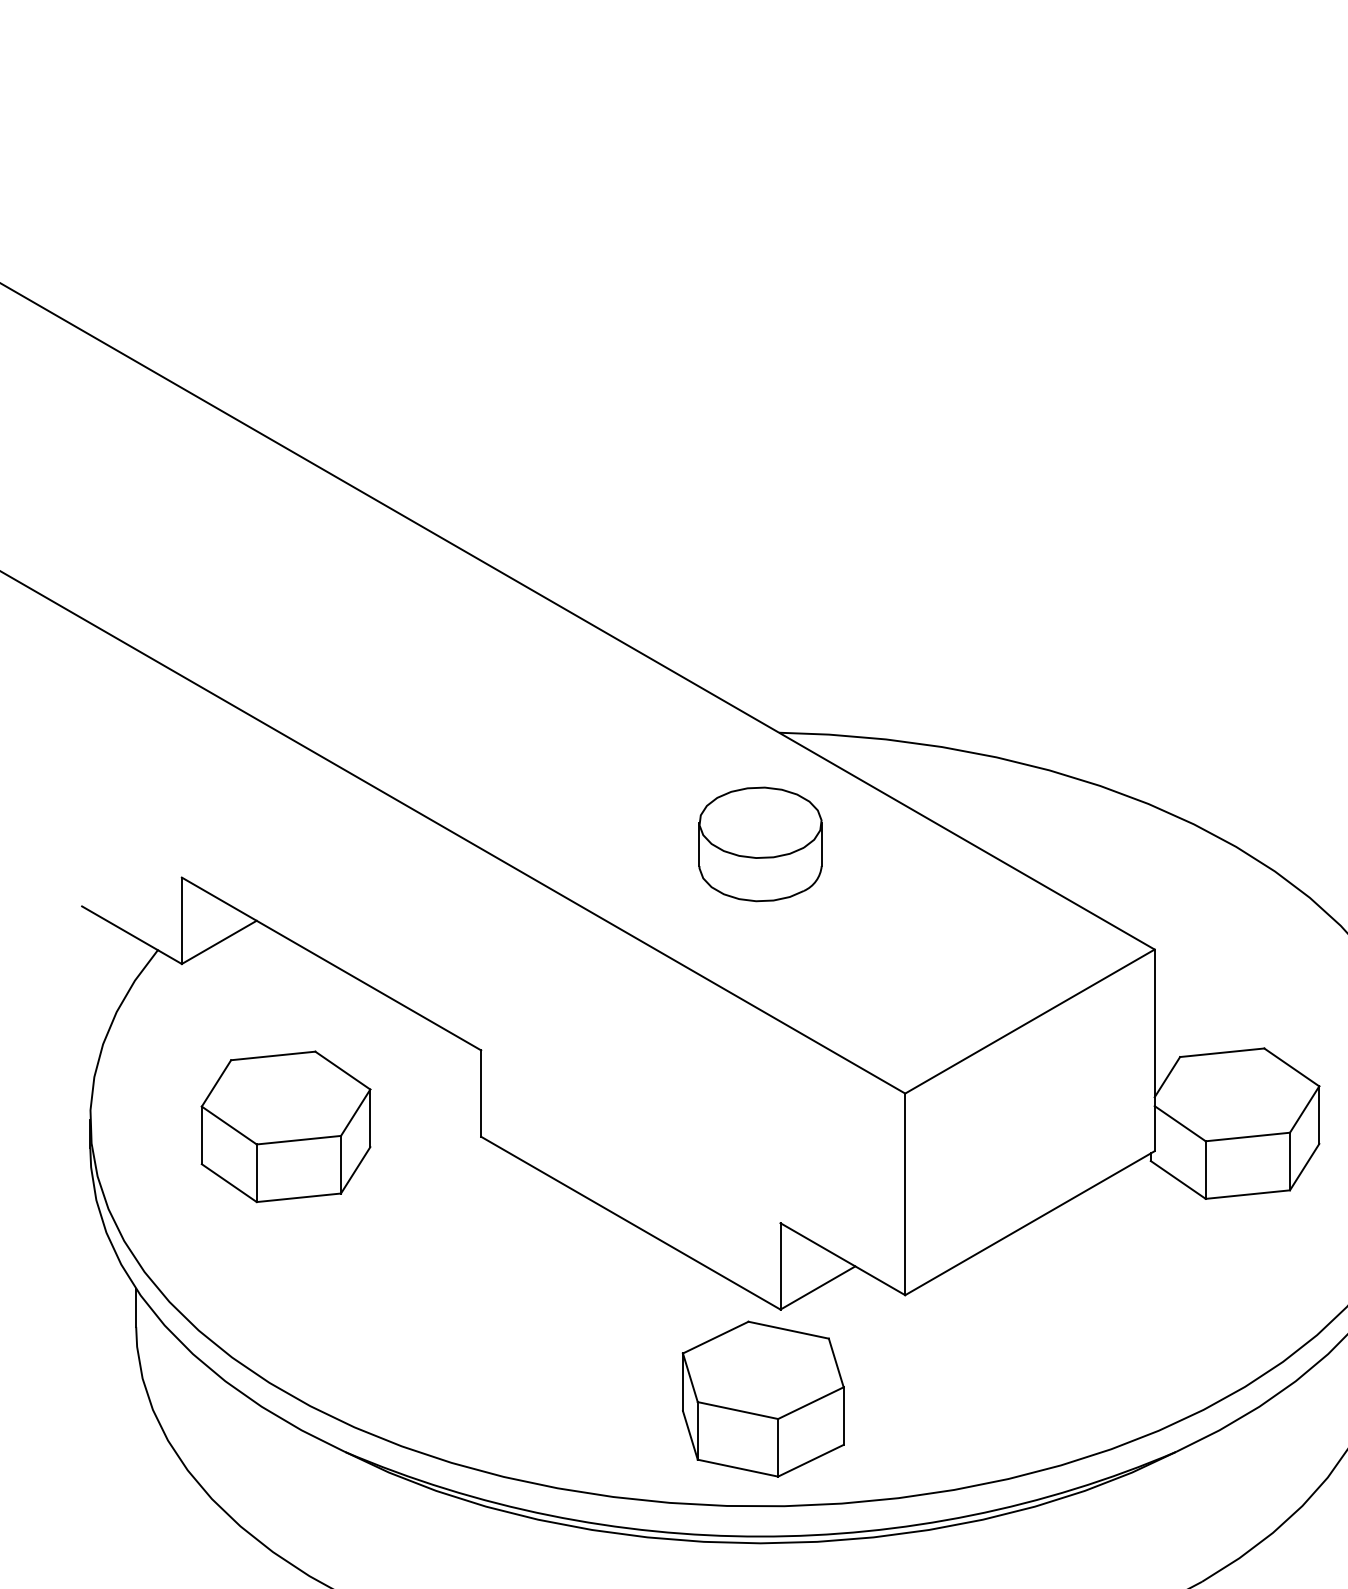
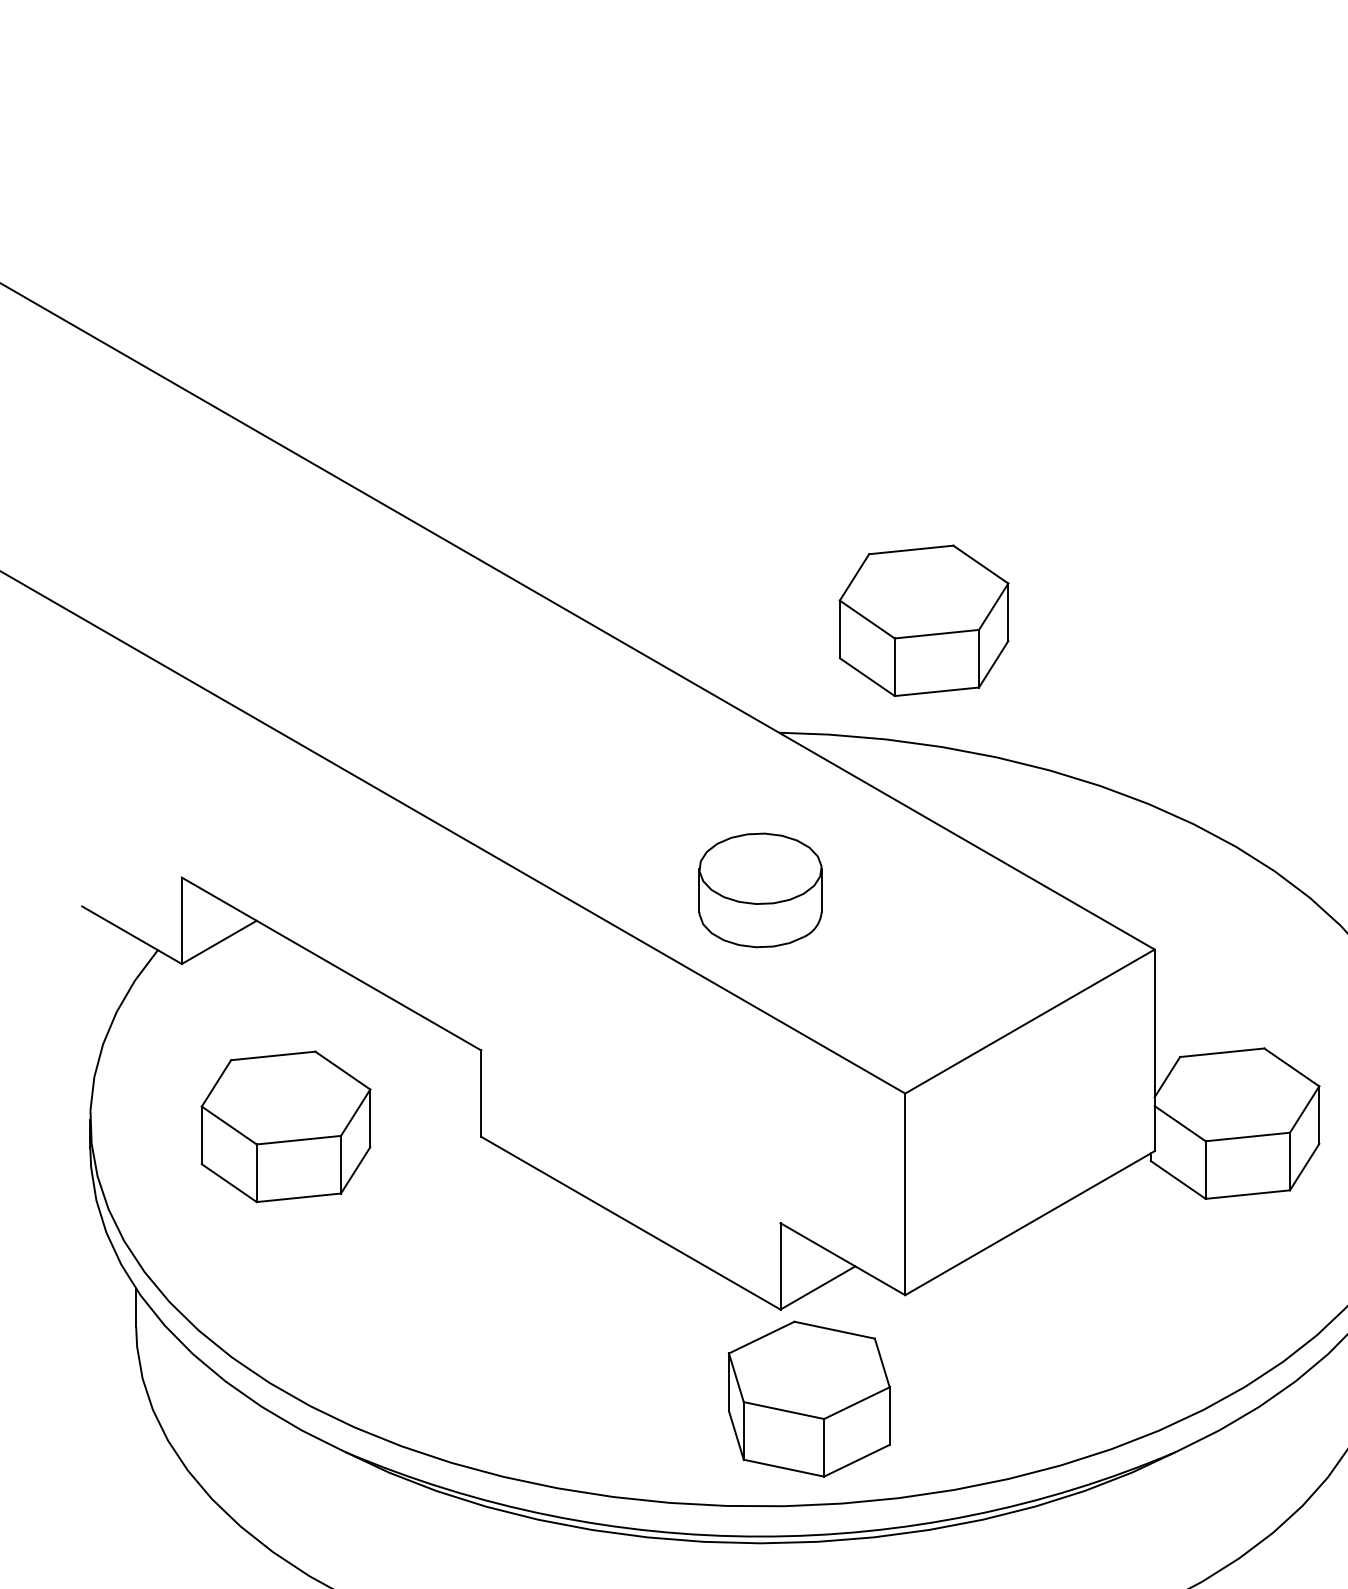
part at (923, 620): none -> present
part at (760, 844) position: (760, 844) -> (760, 890)
part at (762, 1398) position: (762, 1398) -> (808, 1398)
